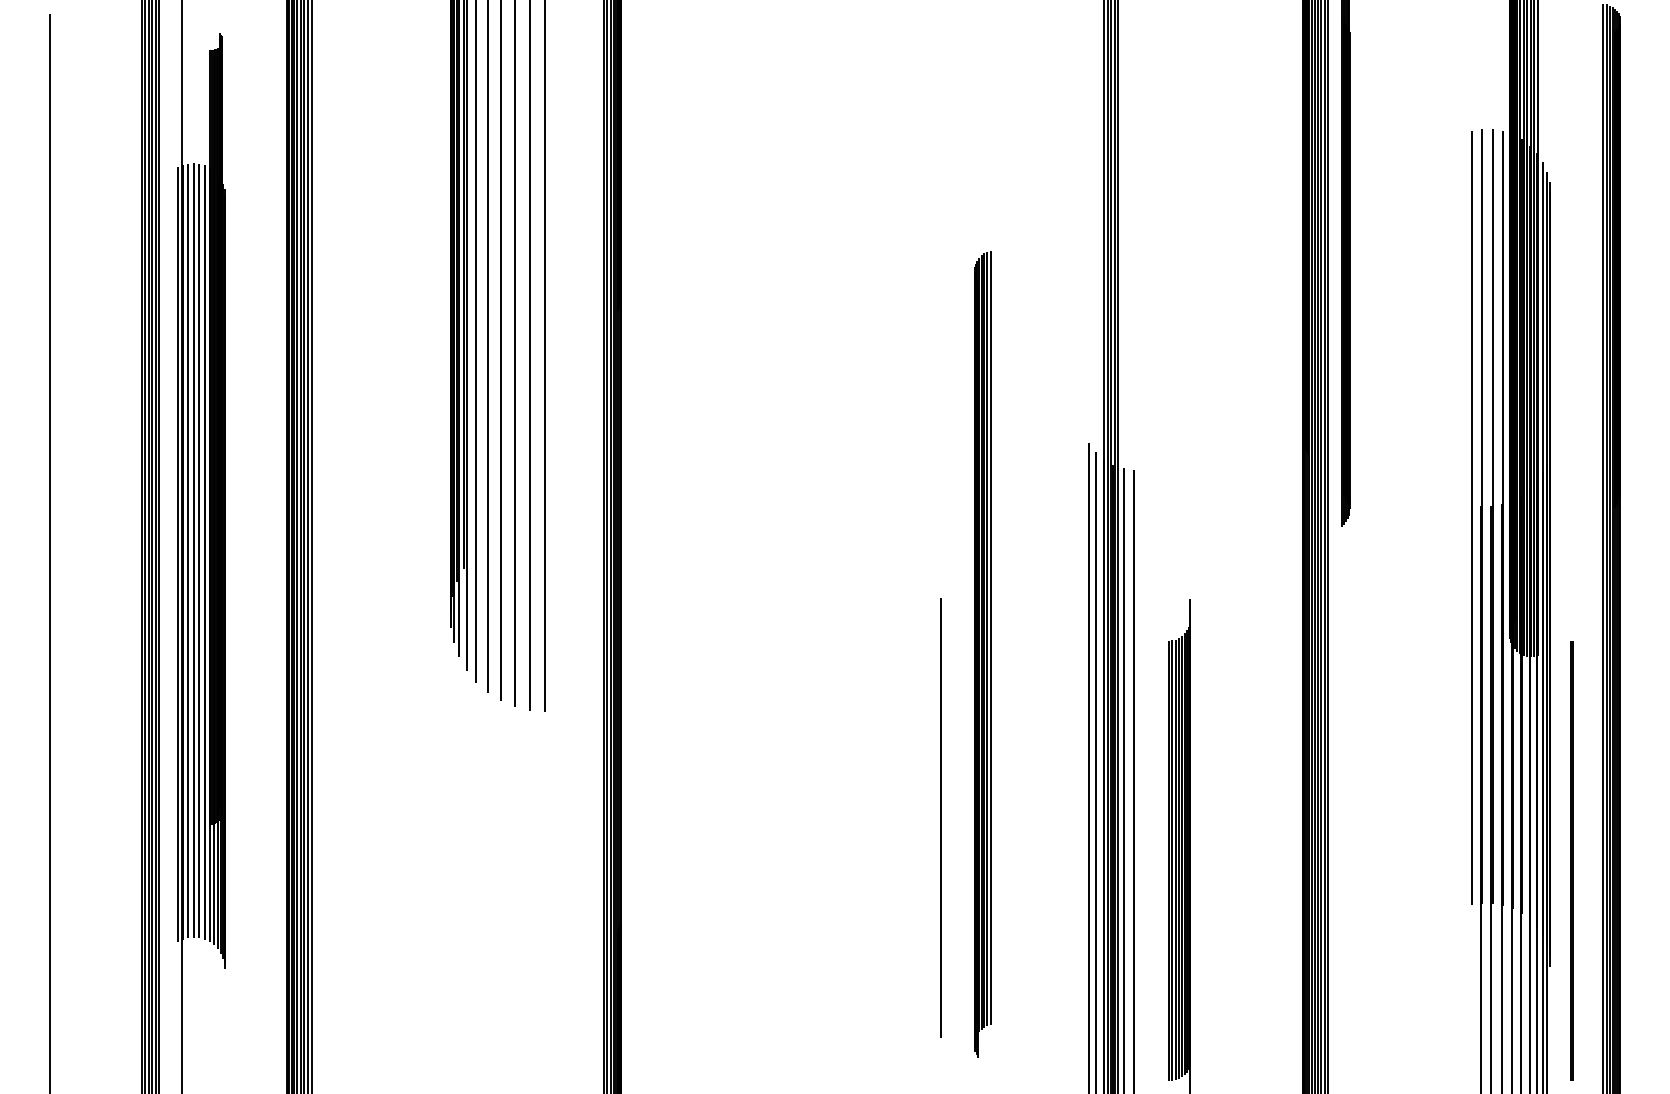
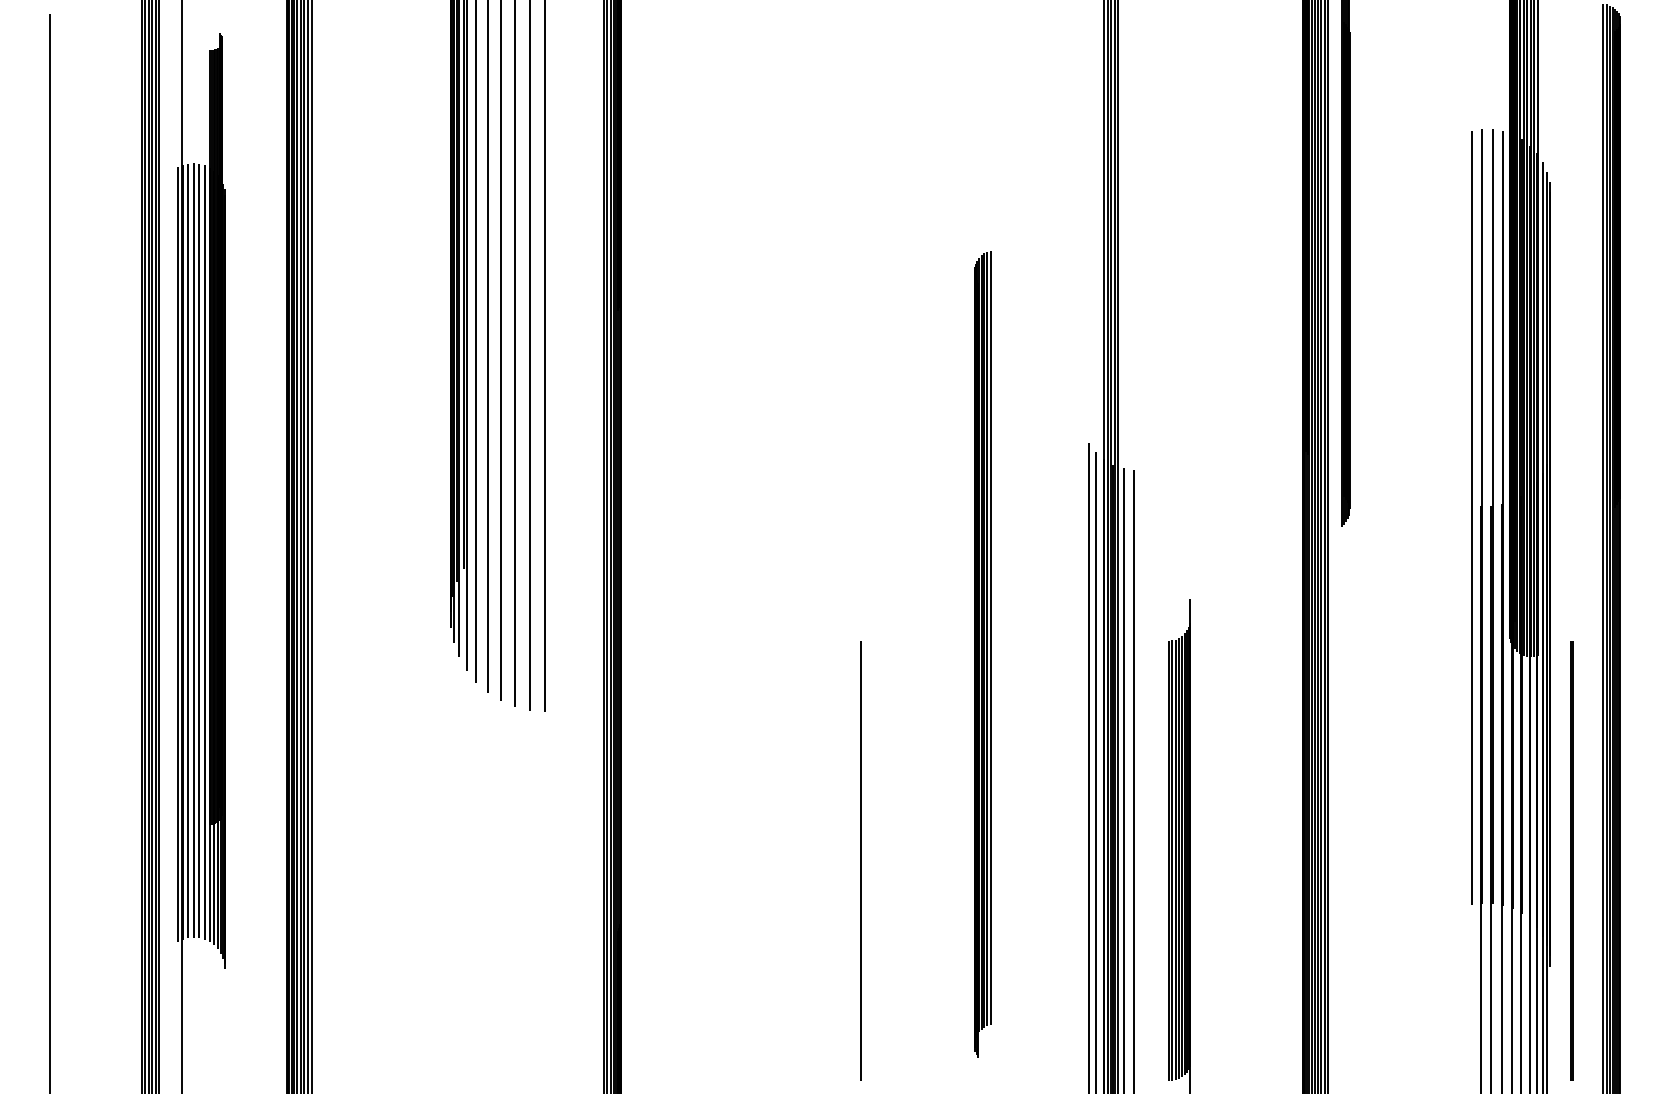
line at (940, 817) position: (940, 817) -> (860, 860)
